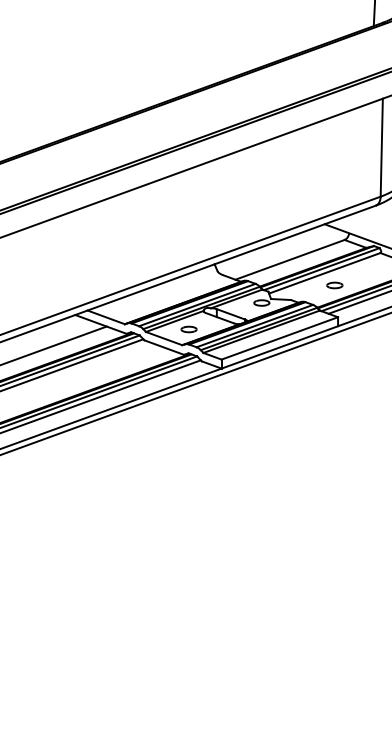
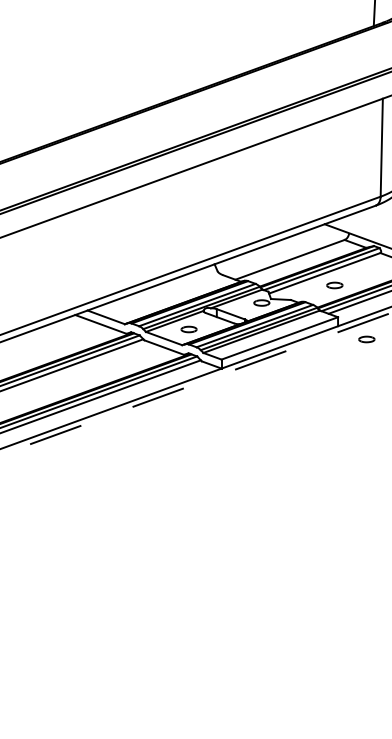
part at (366, 339): none -> present
line at (54, 345): present -> none
line at (195, 384): solid -> dashed
